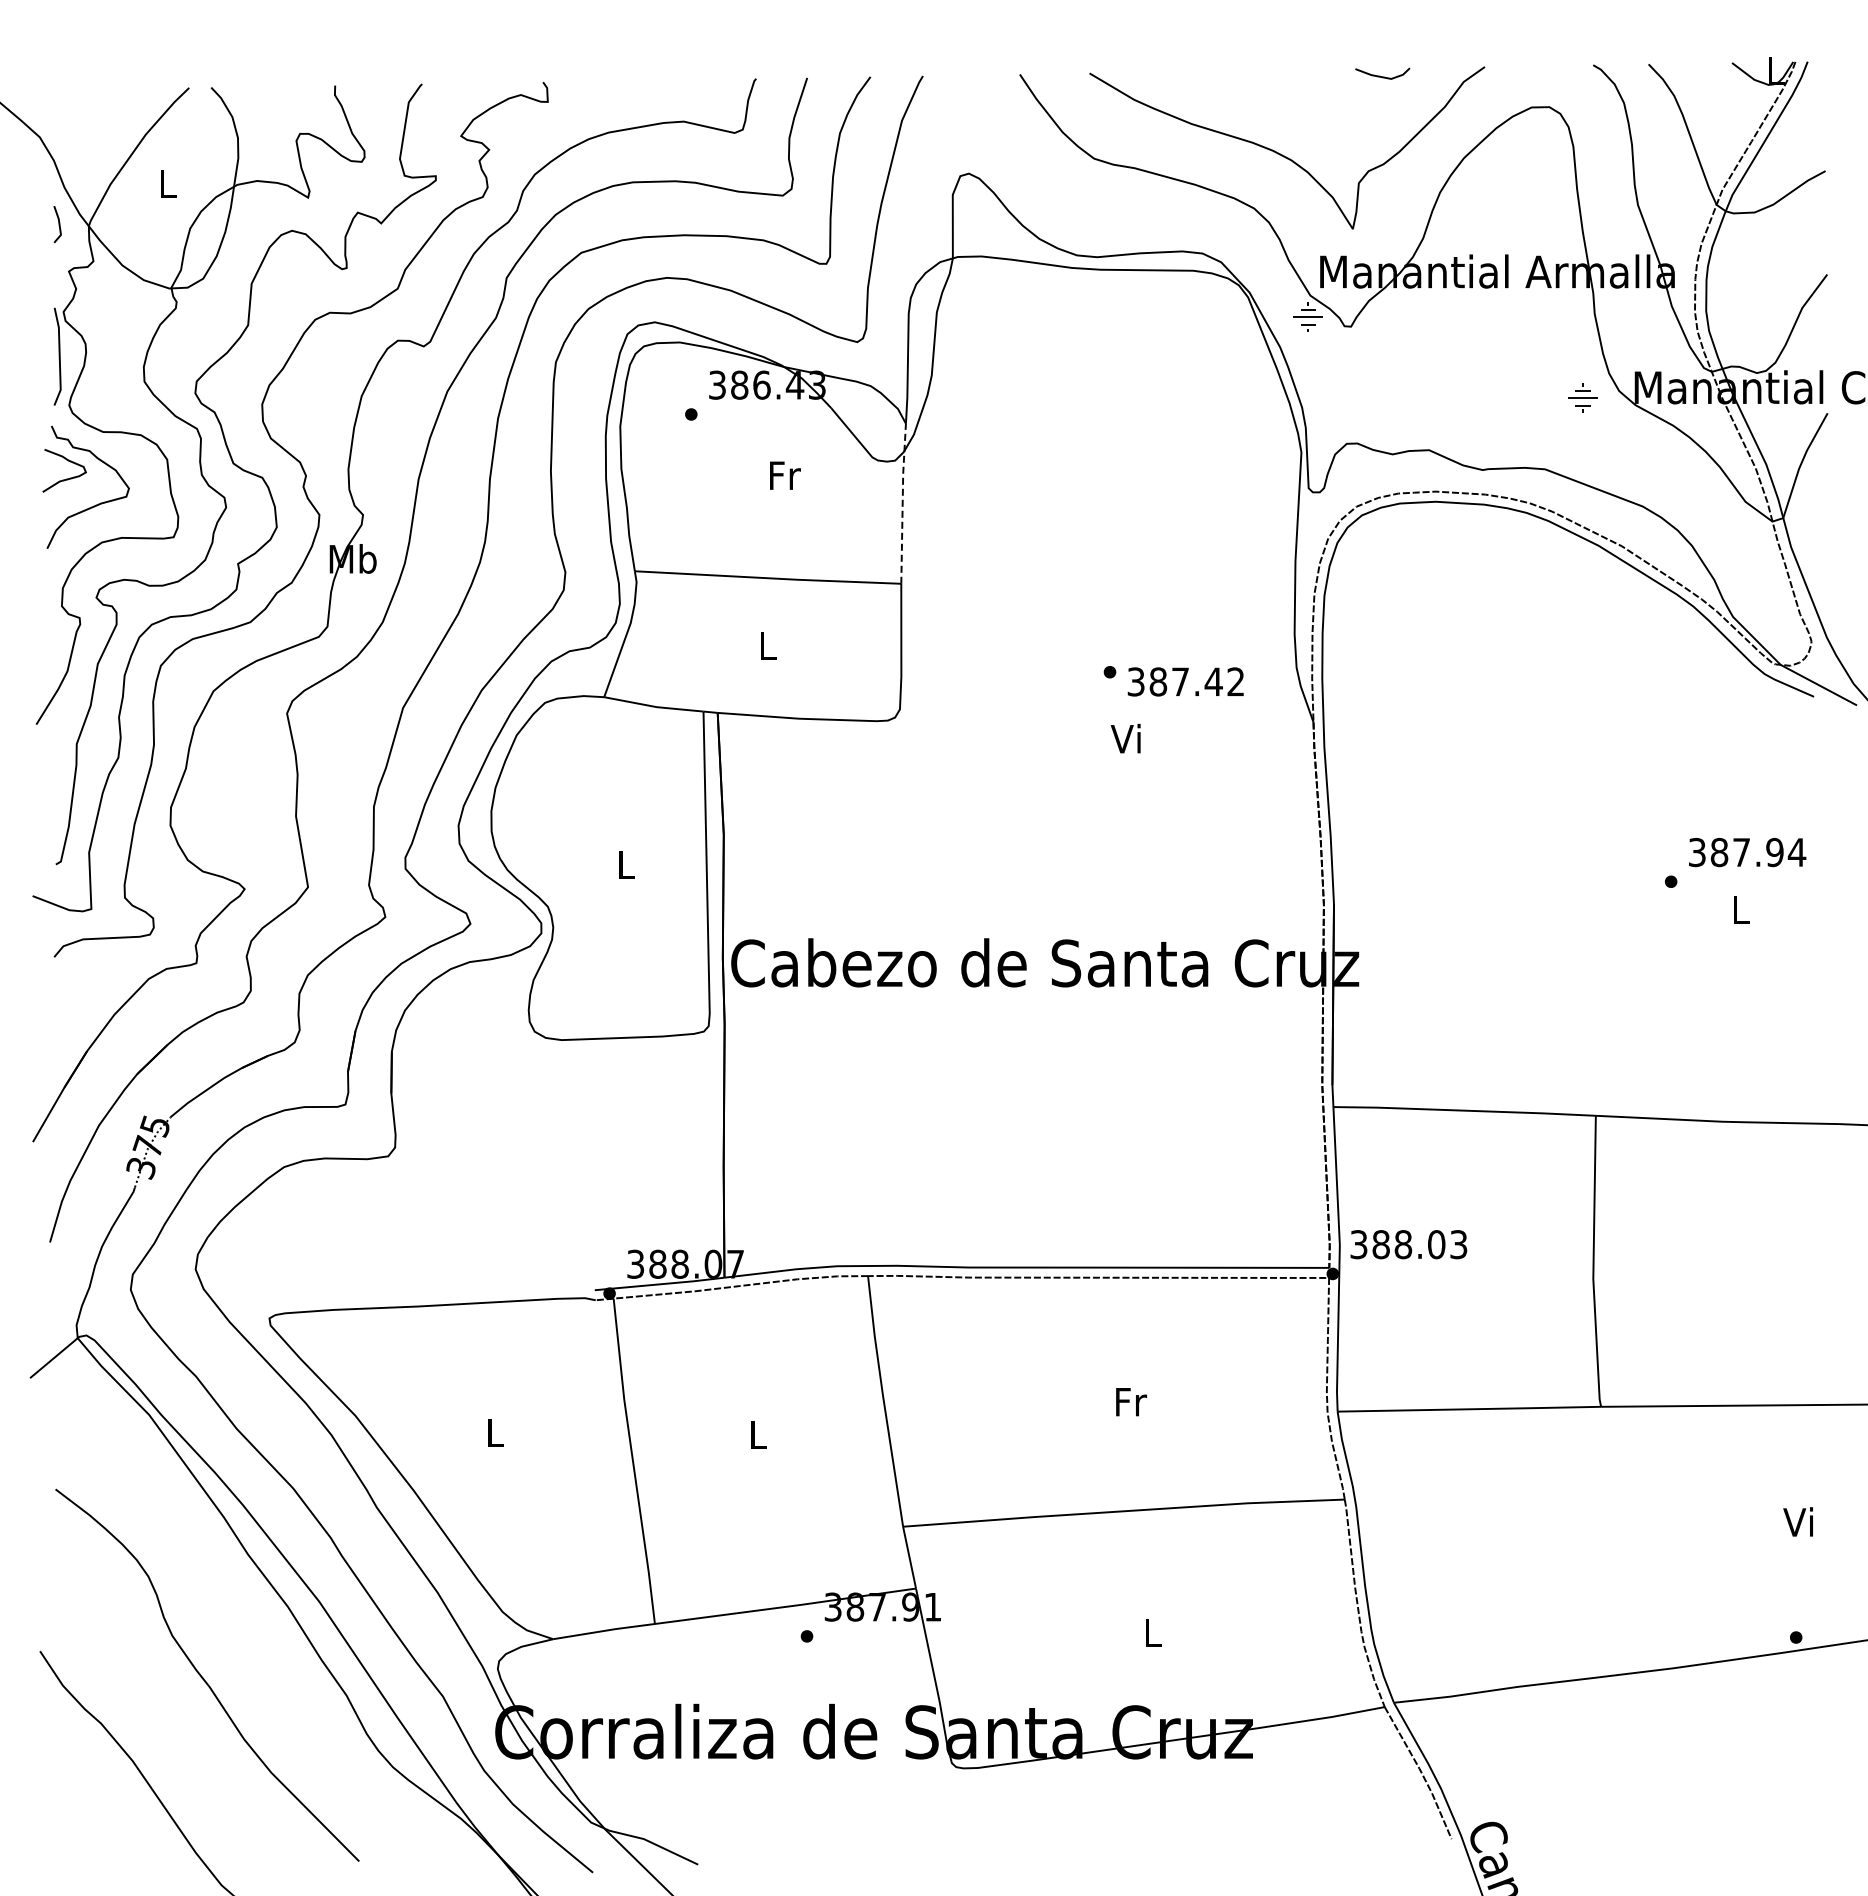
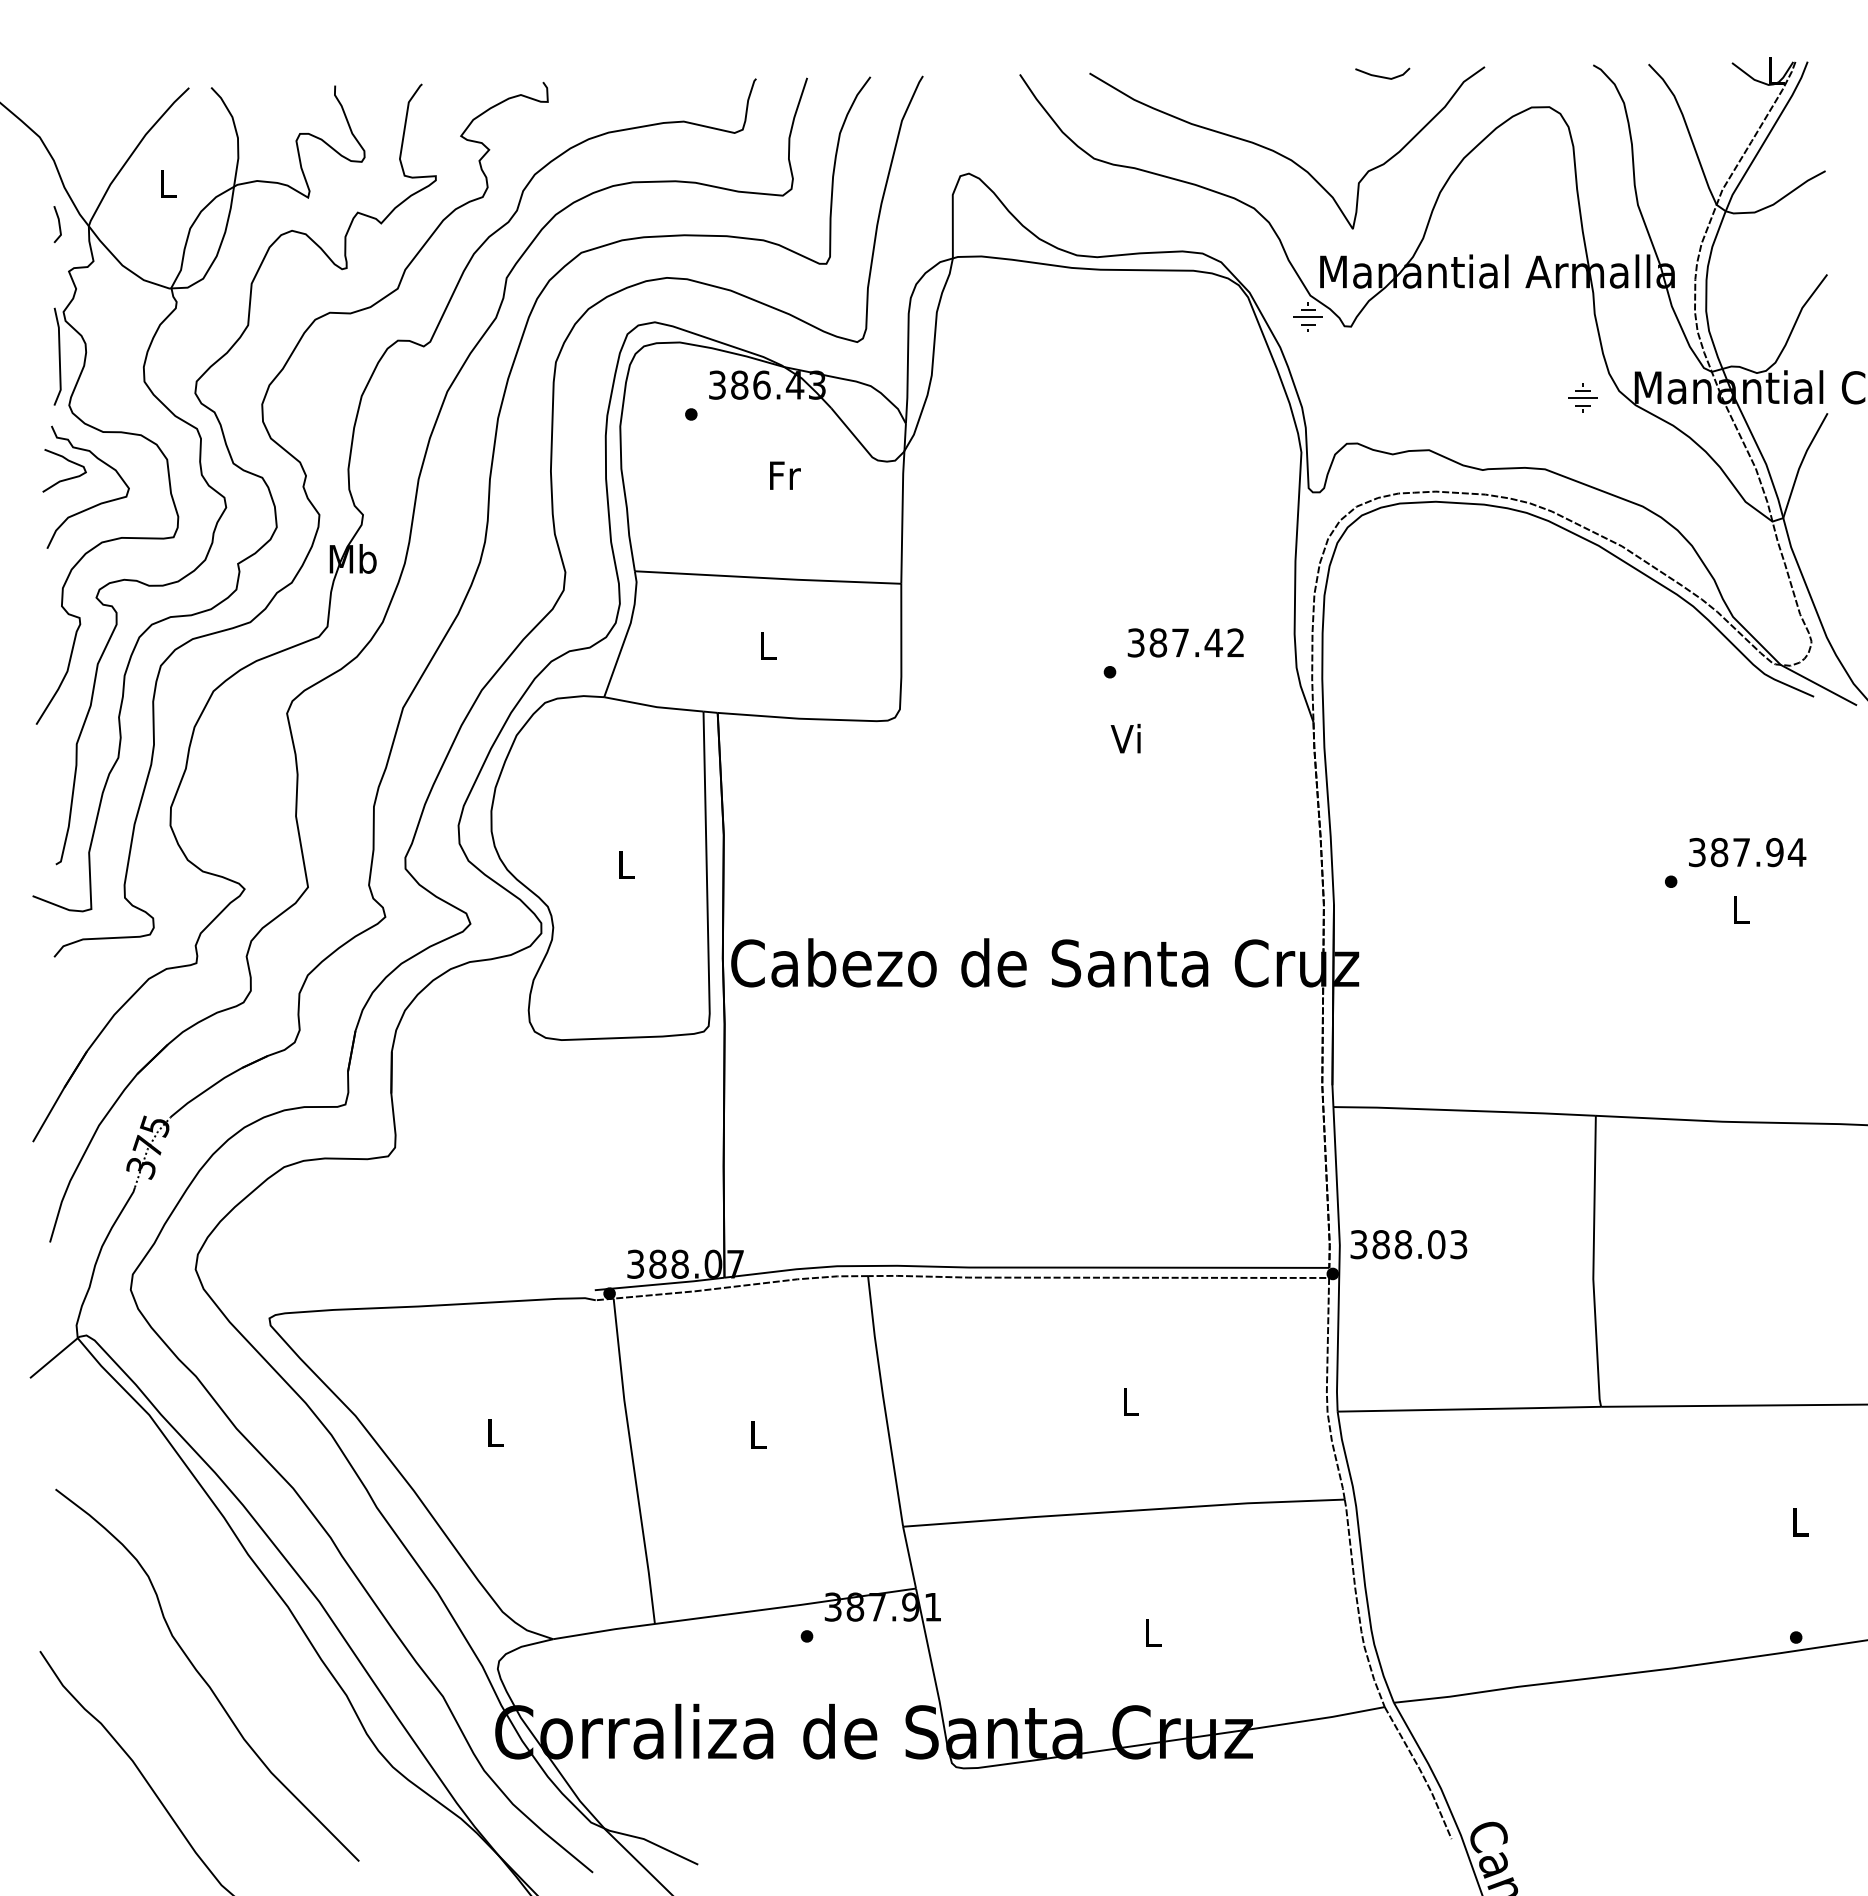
line at (902, 502): dashed -> solid
text at (1185, 681) position: (1185, 681) -> (1185, 642)
text at (1131, 1402): Fr -> L
text at (1797, 1521): Vi -> L
